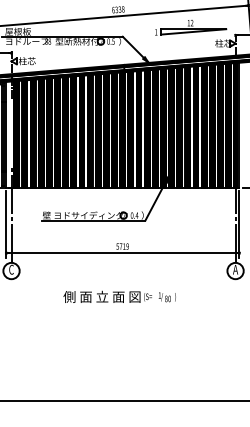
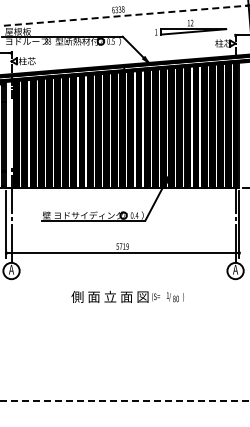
line at (124, 15): solid -> dashed
text at (11, 269): C -> A
text at (119, 296) position: (119, 296) -> (127, 296)
line at (125, 400): solid -> dashed
